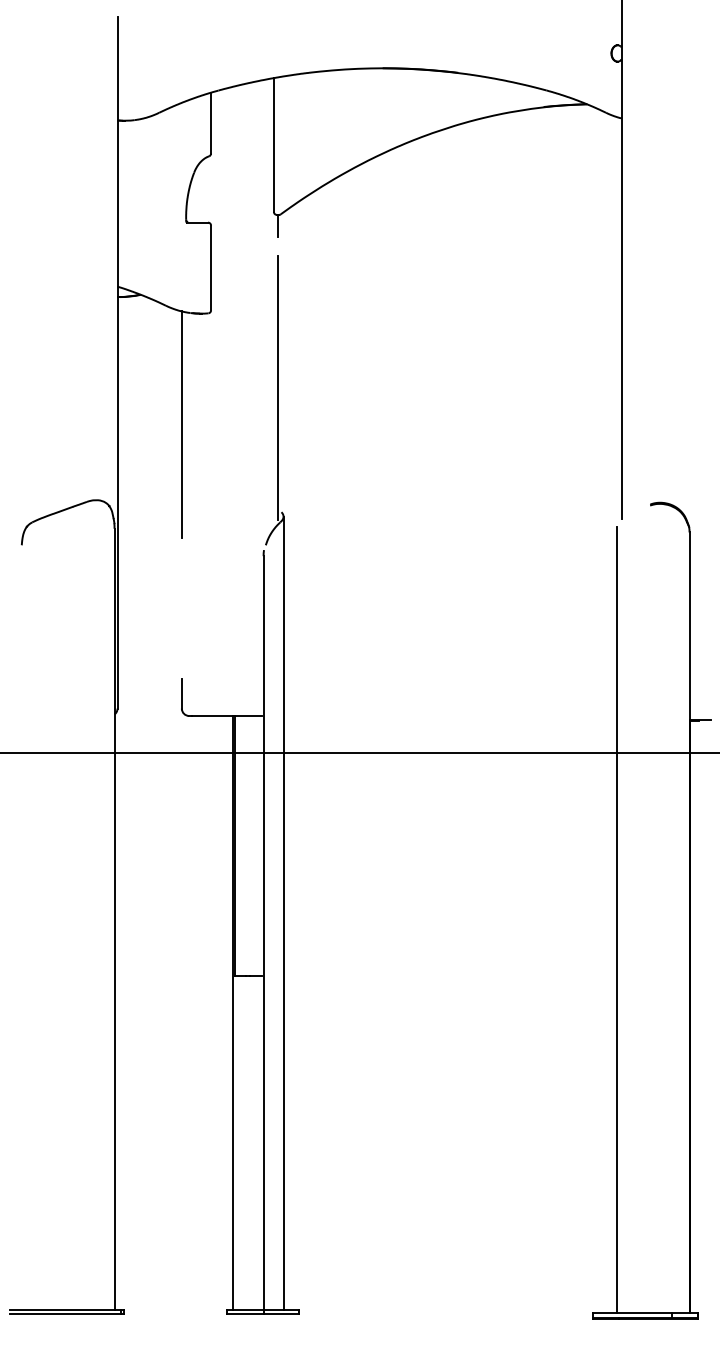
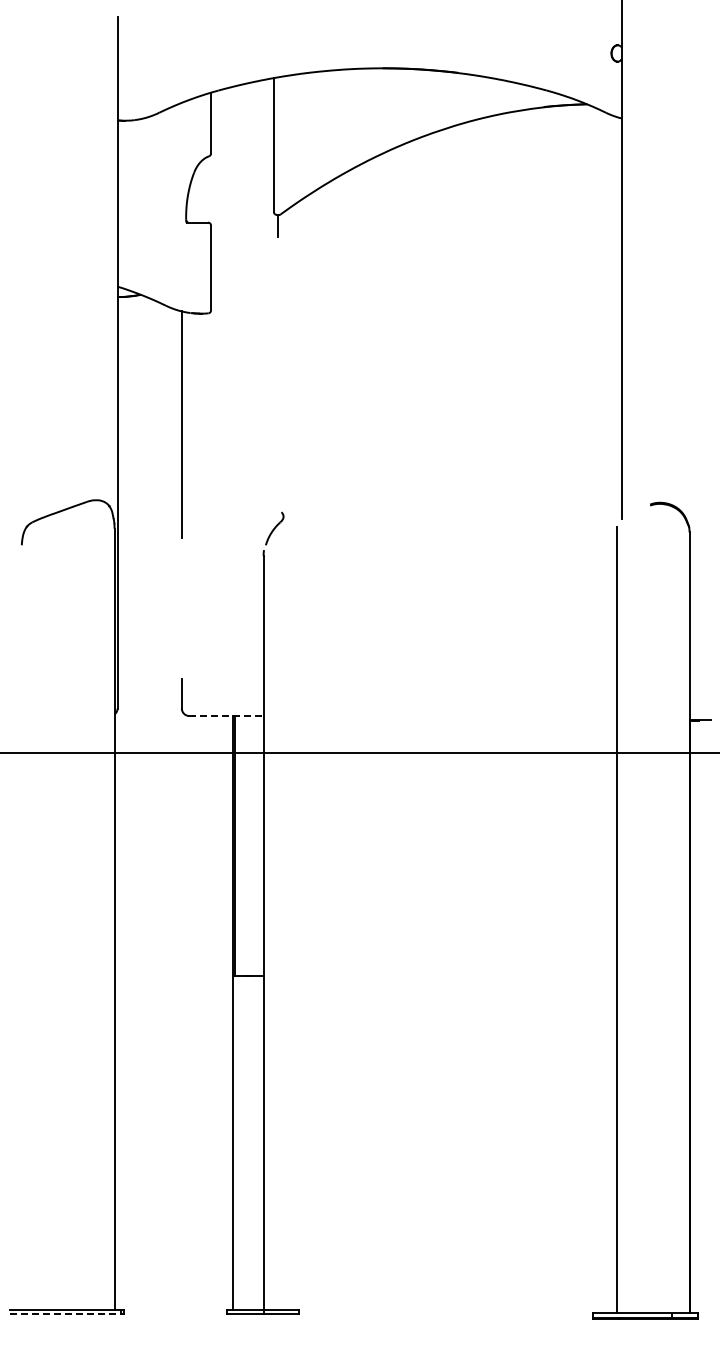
line at (278, 387): present -> none
line at (226, 716): solid -> dashed
line at (283, 912): present -> none
line at (66, 1314): solid -> dashed
